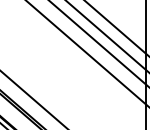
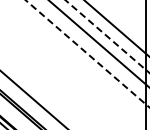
line at (107, 36): solid -> dashed
line at (87, 53): solid -> dashed
